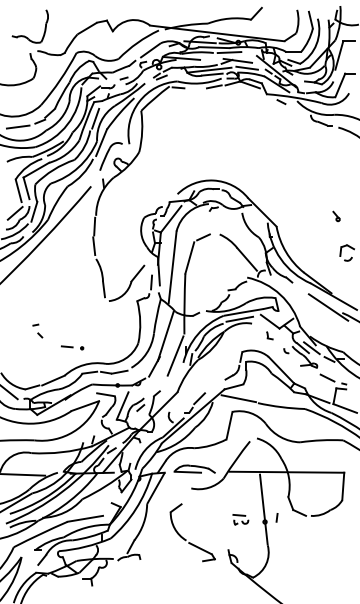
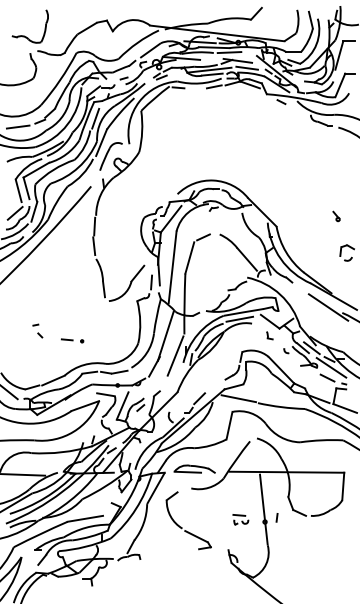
part at (72, 347) position: (72, 347) -> (72, 340)
line at (331, 367): none -> present
part at (185, 538) position: (185, 538) -> (181, 526)
